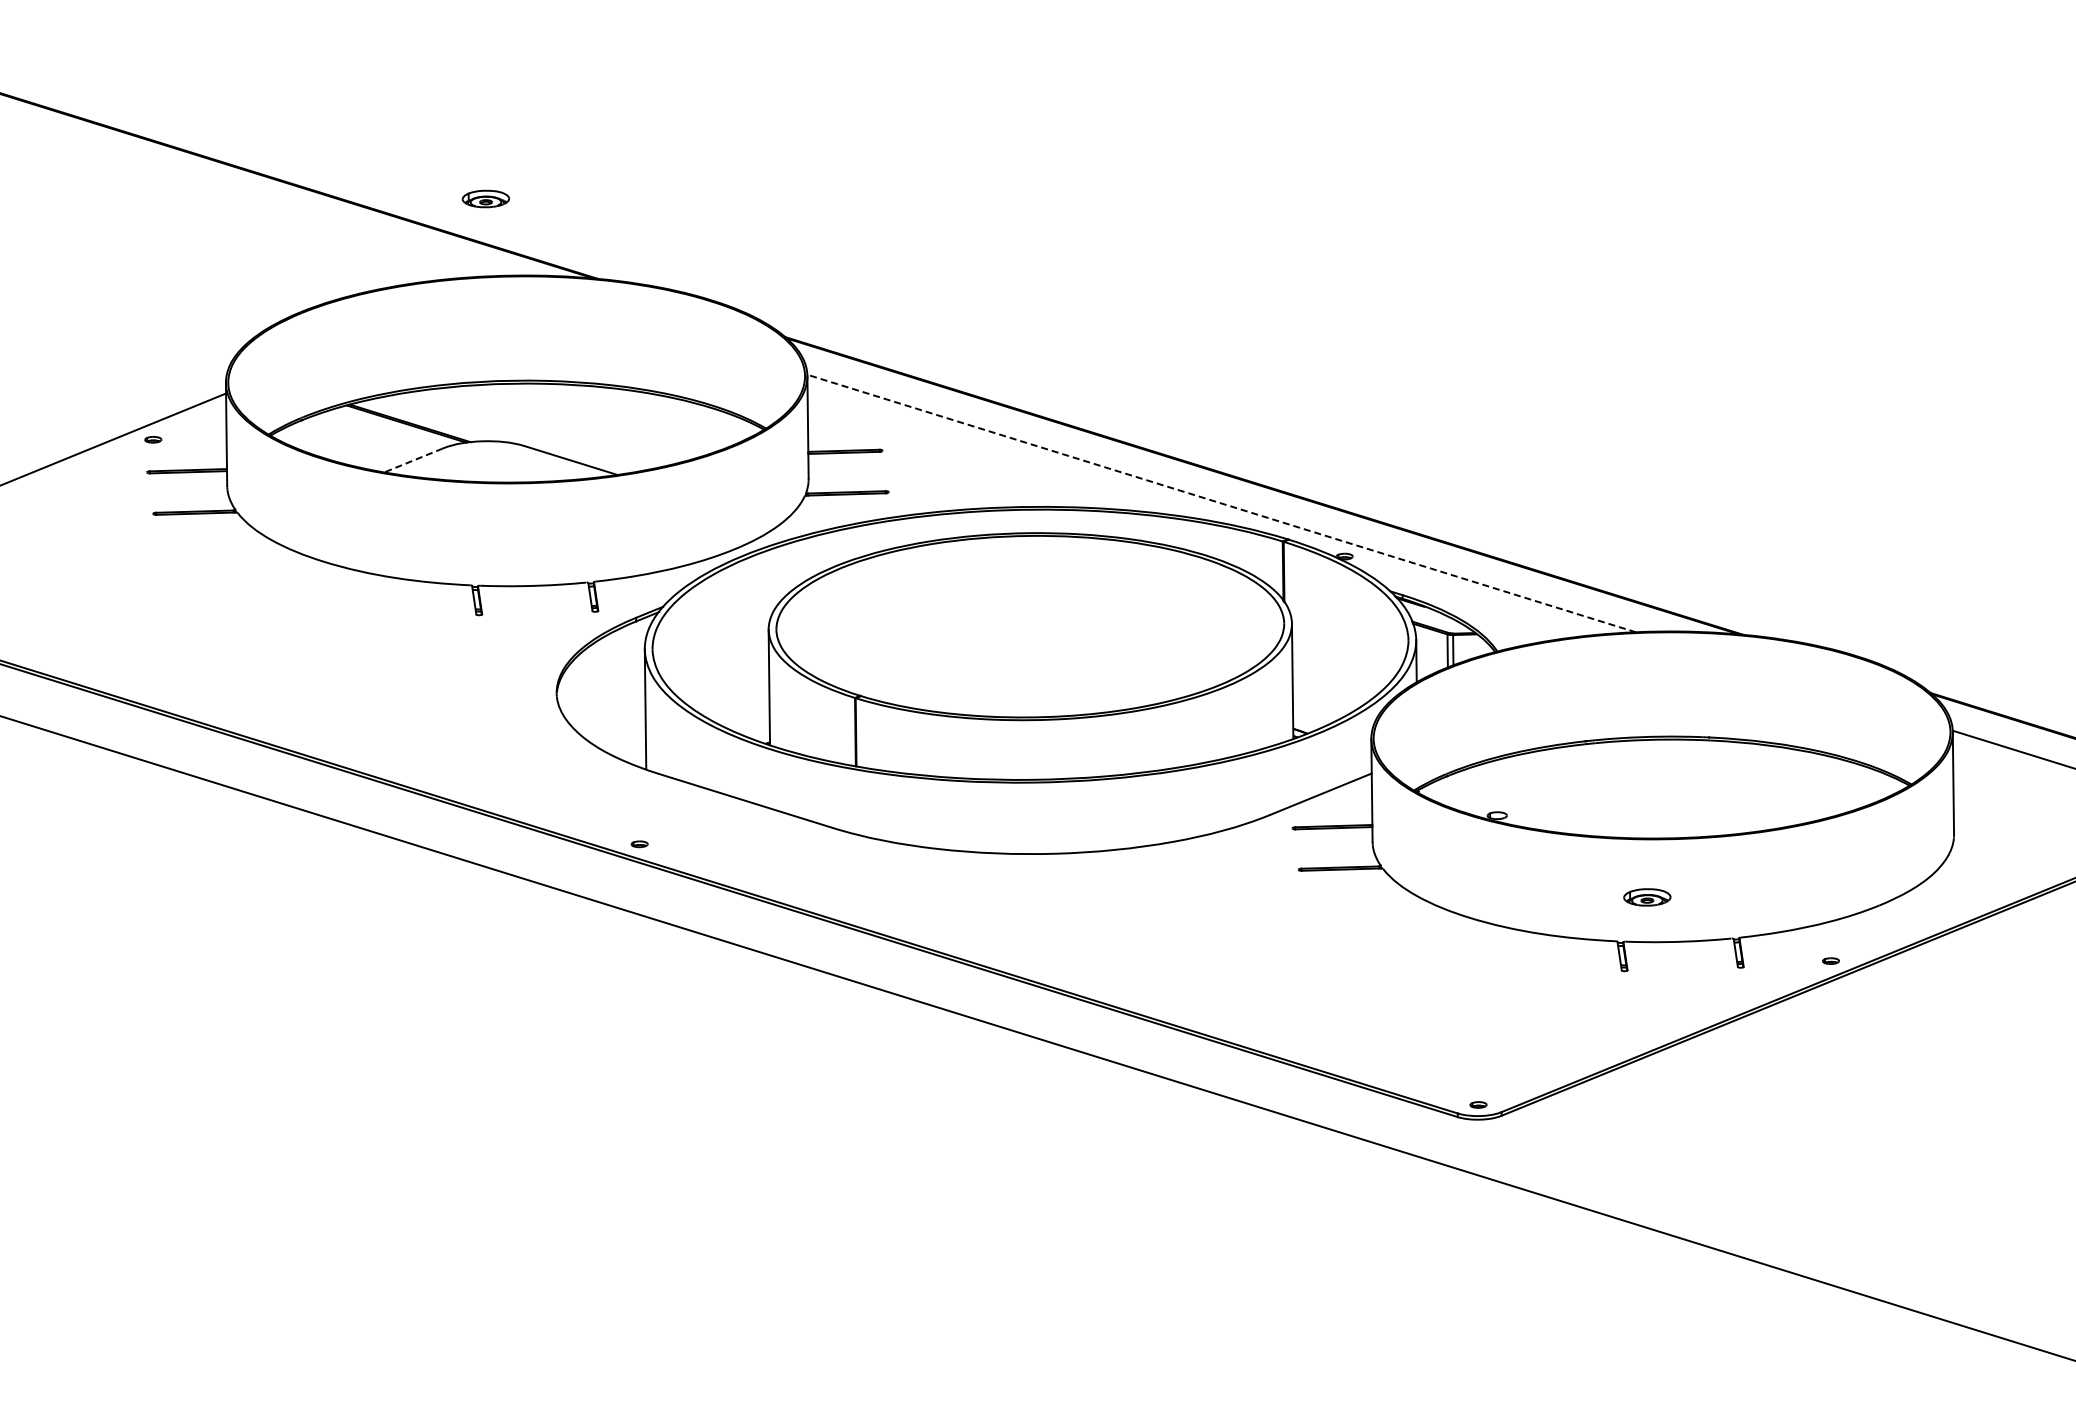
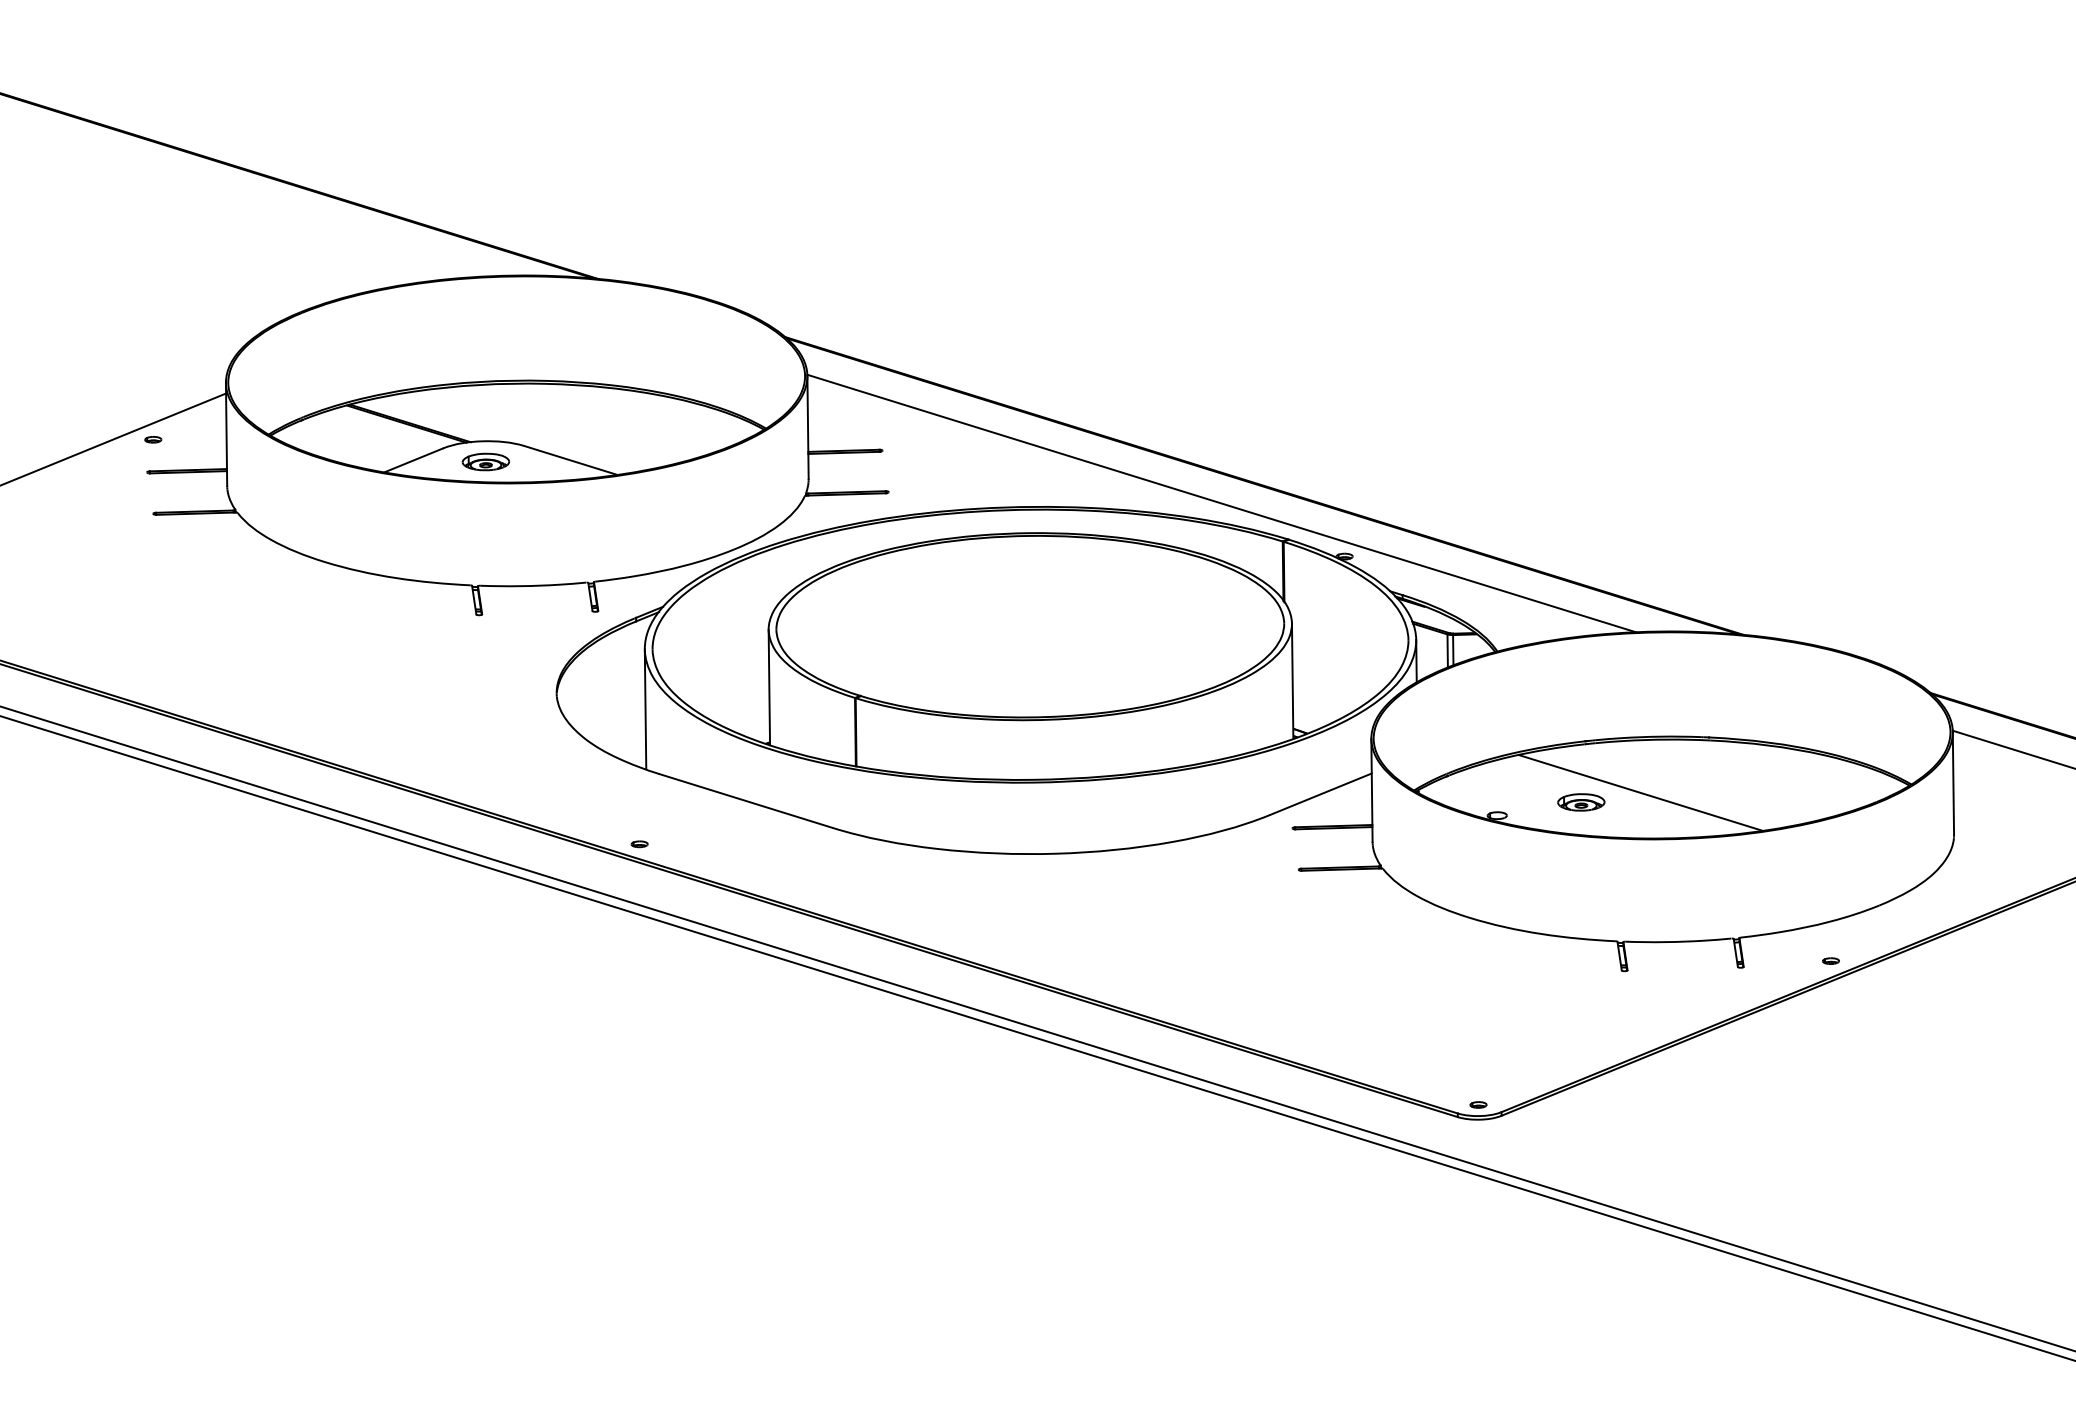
part at (485, 198) position: (485, 198) -> (485, 461)
line at (413, 460): dashed -> solid
line at (1221, 503): dashed -> solid
line at (1640, 792): none -> present
part at (1647, 897) position: (1647, 897) -> (1581, 802)
line at (1037, 1028): none -> present
